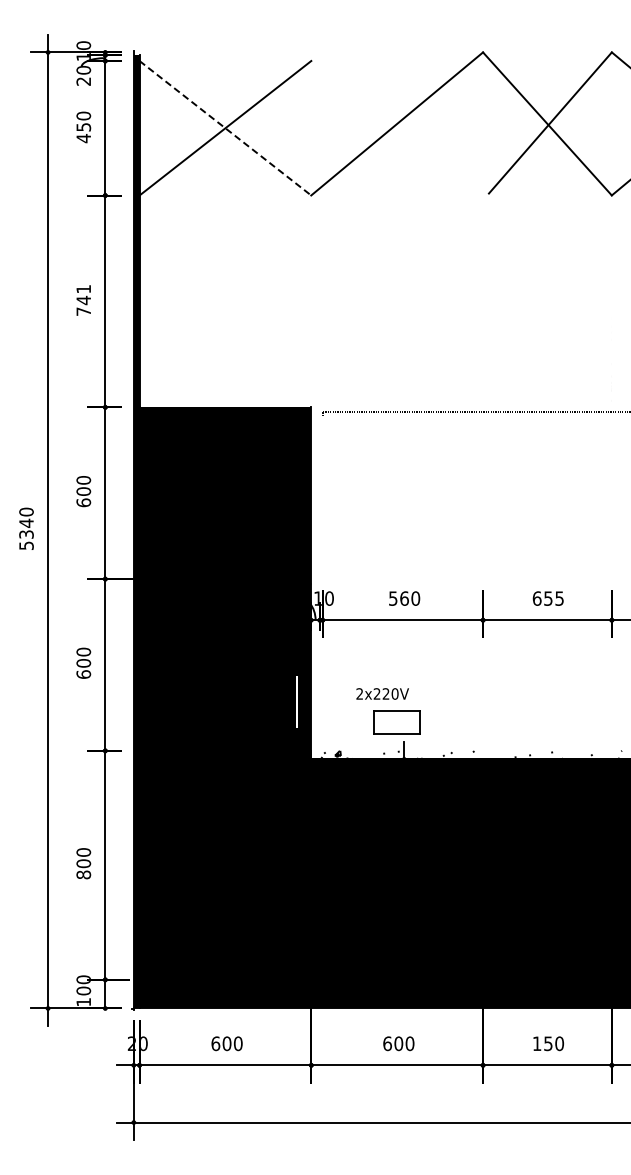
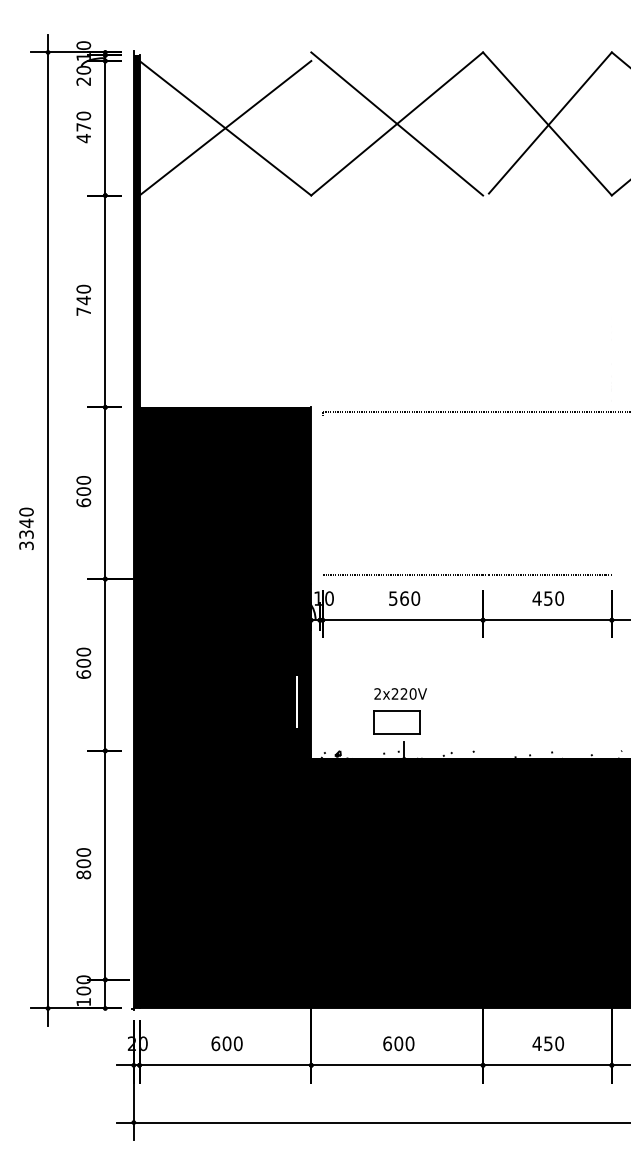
line at (397, 123): none -> present
text at (83, 127): 450 -> 470
line at (225, 128): dashed -> solid
text at (83, 288): 741 -> 740
text at (25, 545): 5340 -> 3340
part at (467, 574): none -> present
text at (548, 598): 655 -> 450
text at (382, 693) position: (382, 693) -> (400, 693)
text at (536, 1043): 150 -> 450
